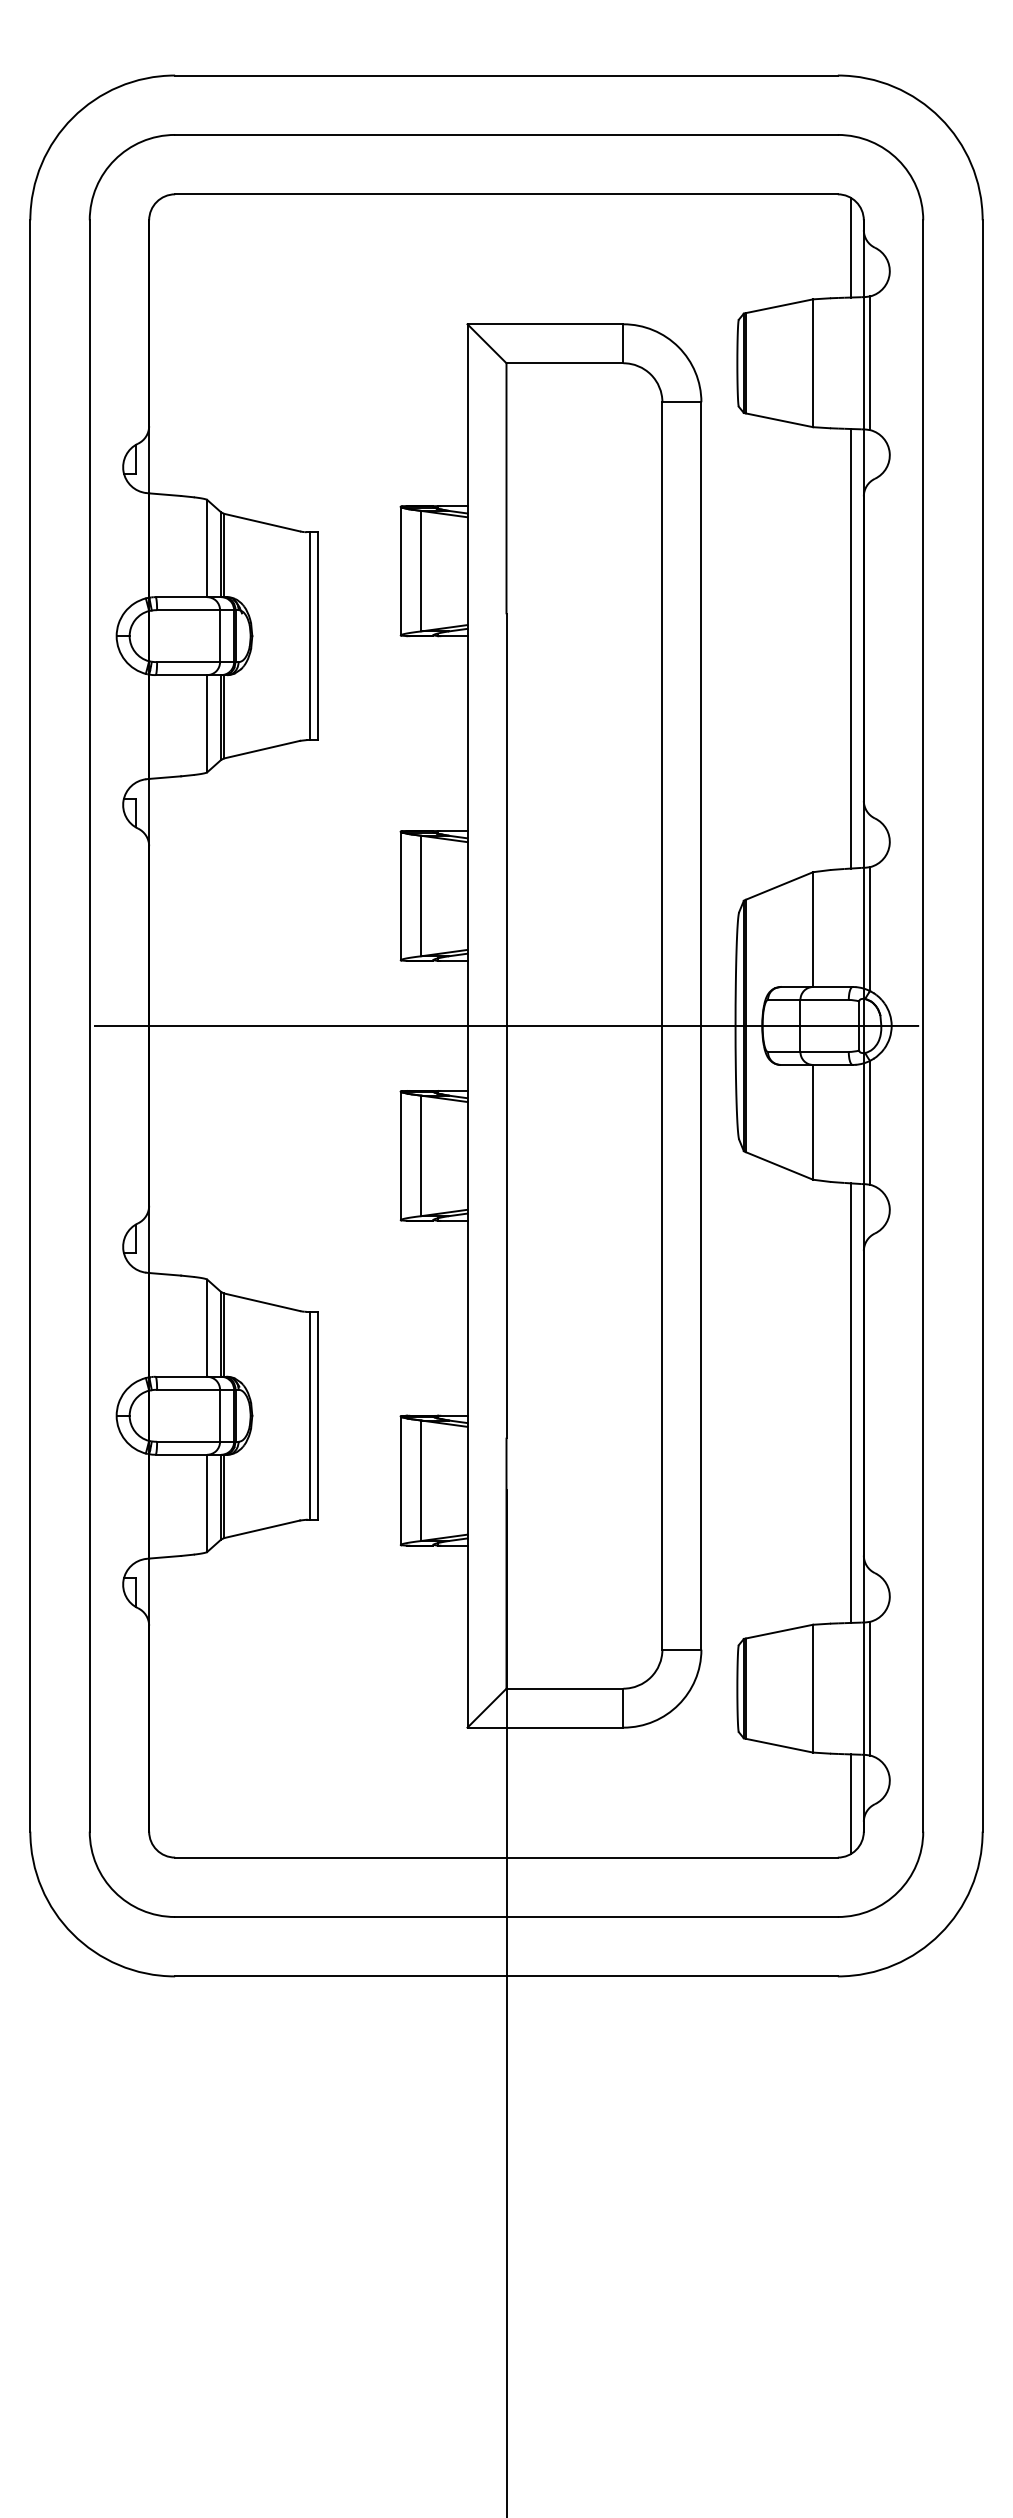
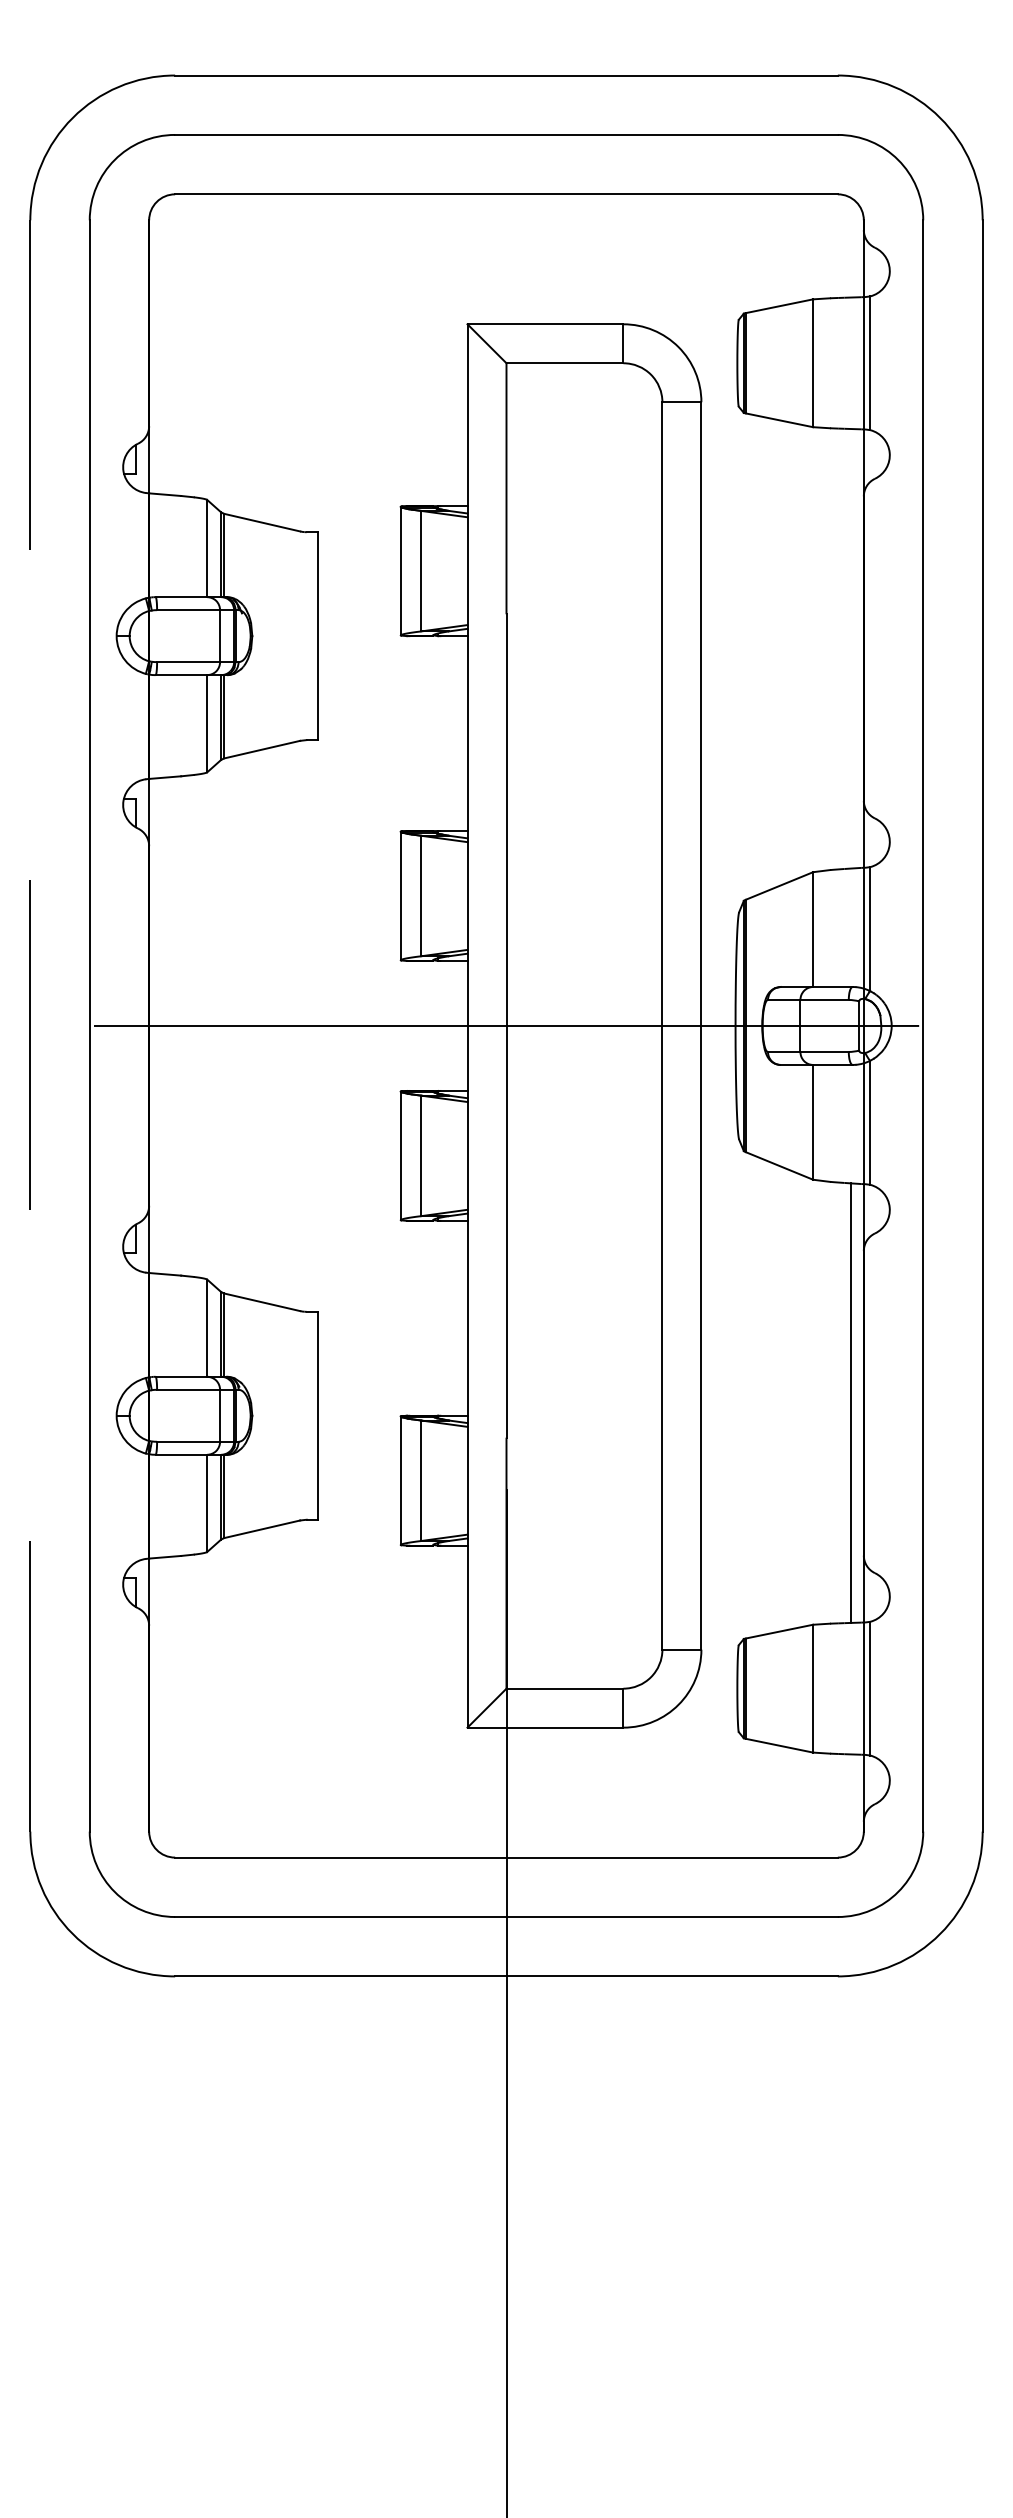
line at (850, 247): present -> none
line at (309, 636): present -> none
line at (850, 648): present -> none
line at (30, 1025): solid -> dashed
line at (309, 1415): present -> none
line at (850, 1803): present -> none
